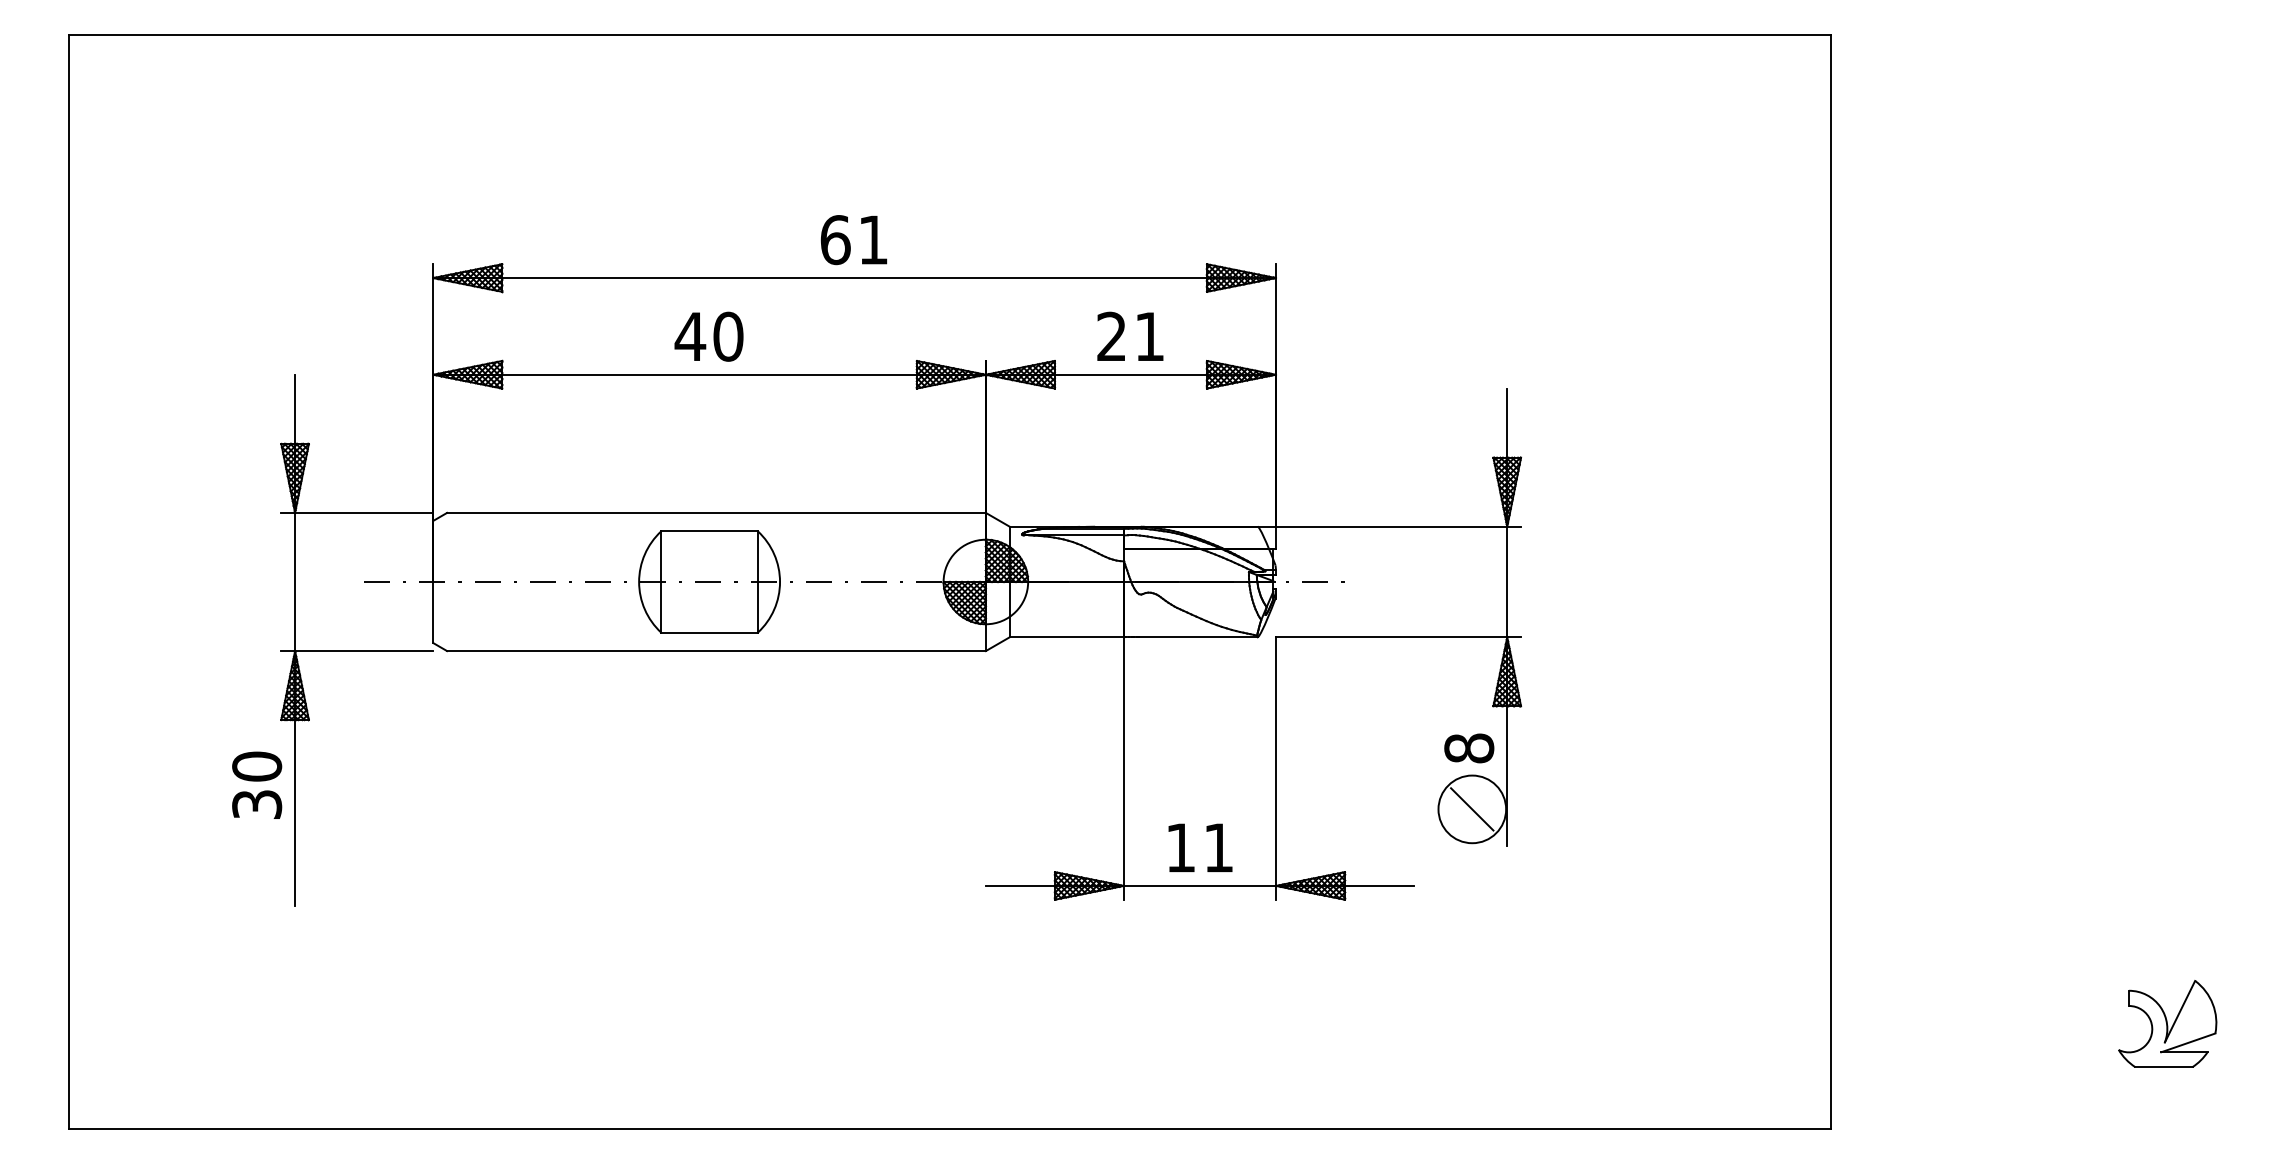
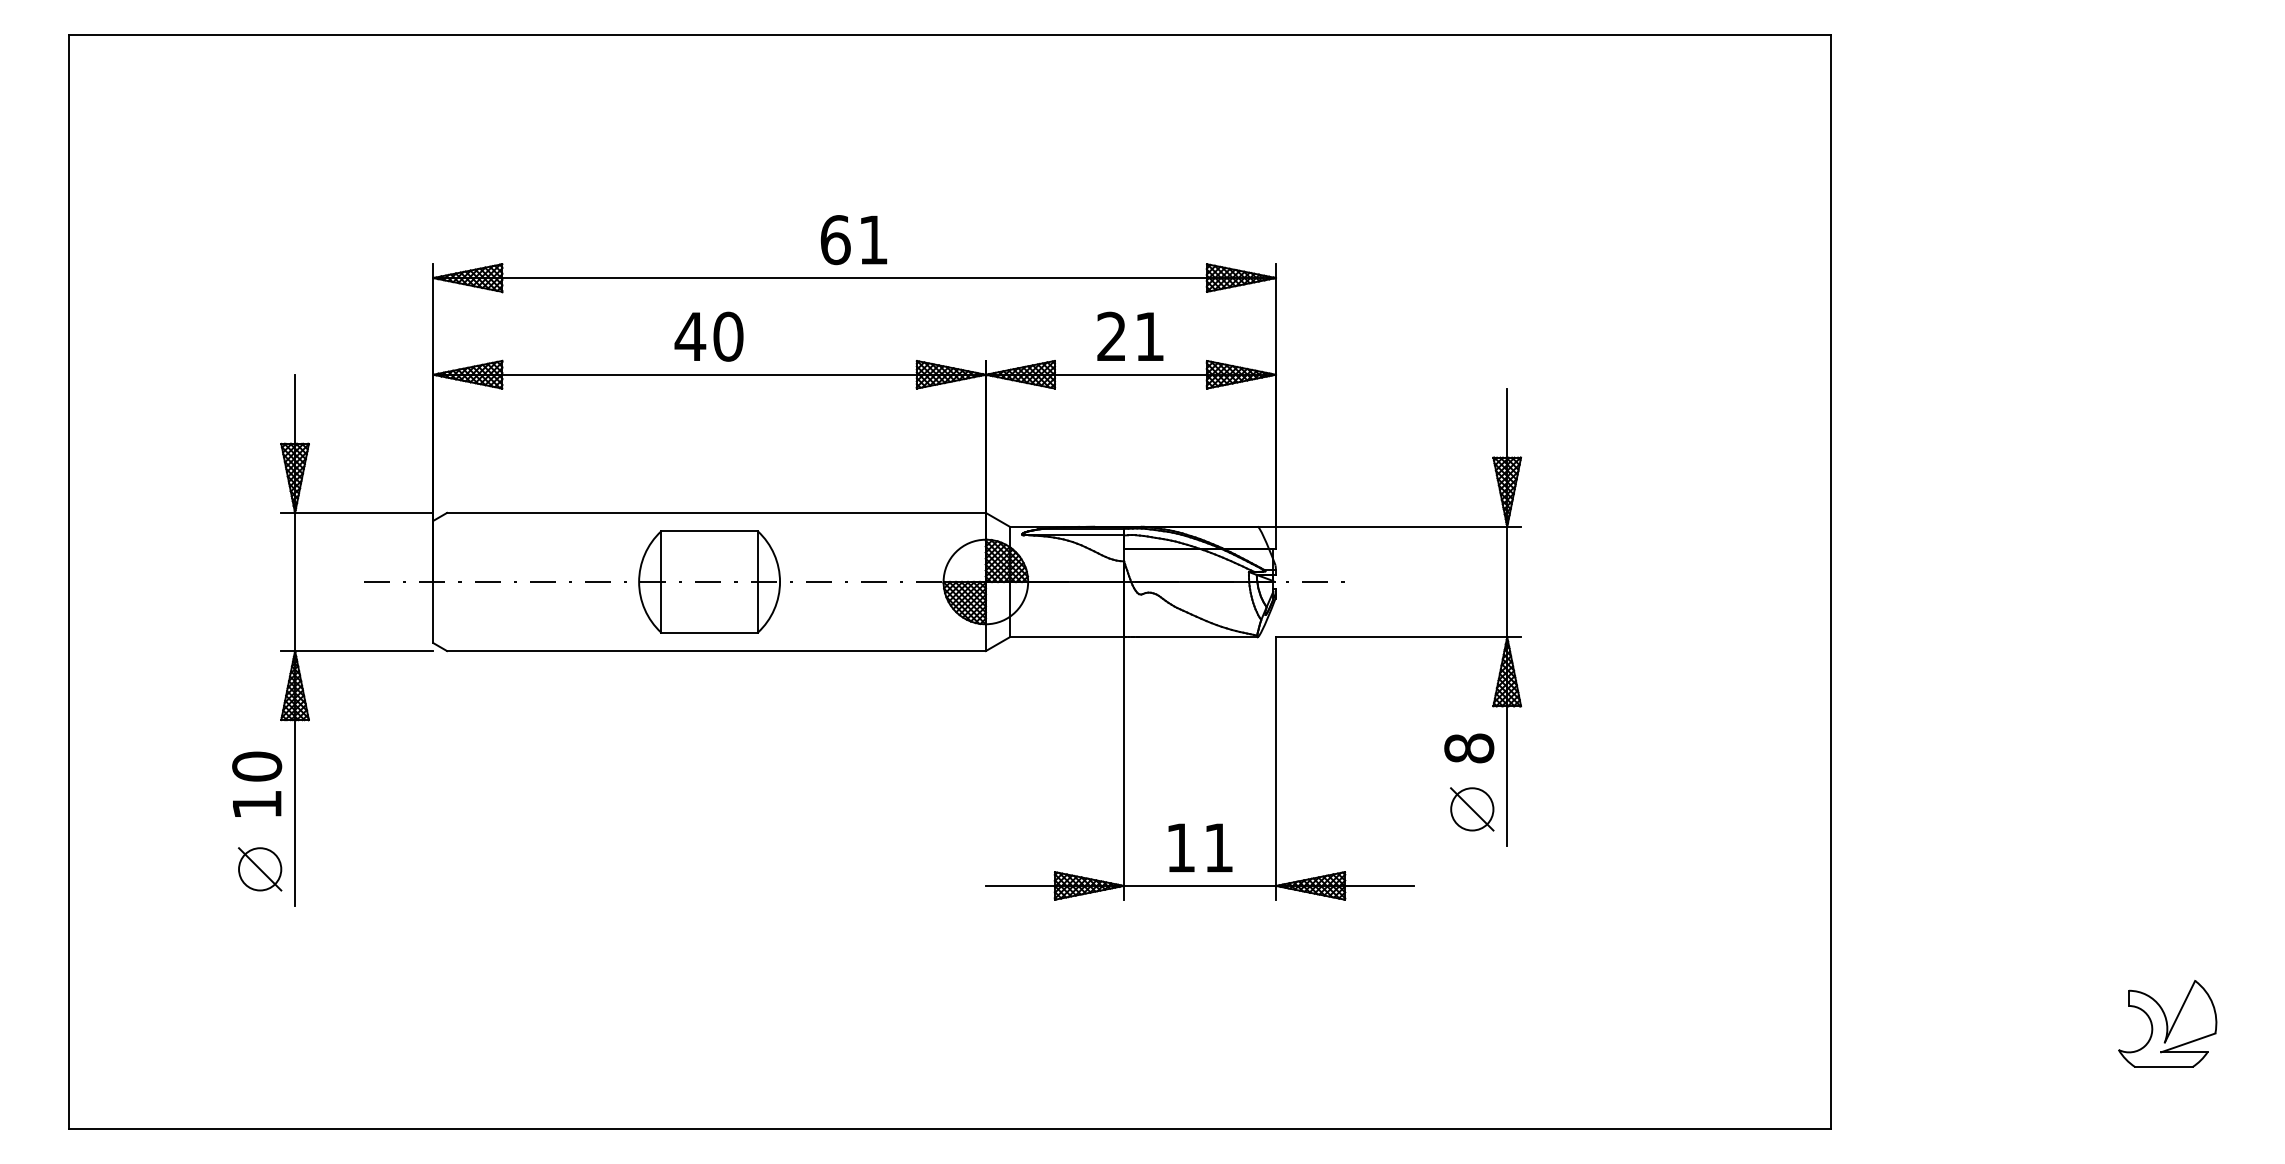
text at (257, 804): 30 -> 10
circle at (1472, 809) diameter: 68 px -> 42 px
part at (260, 869): none -> present
